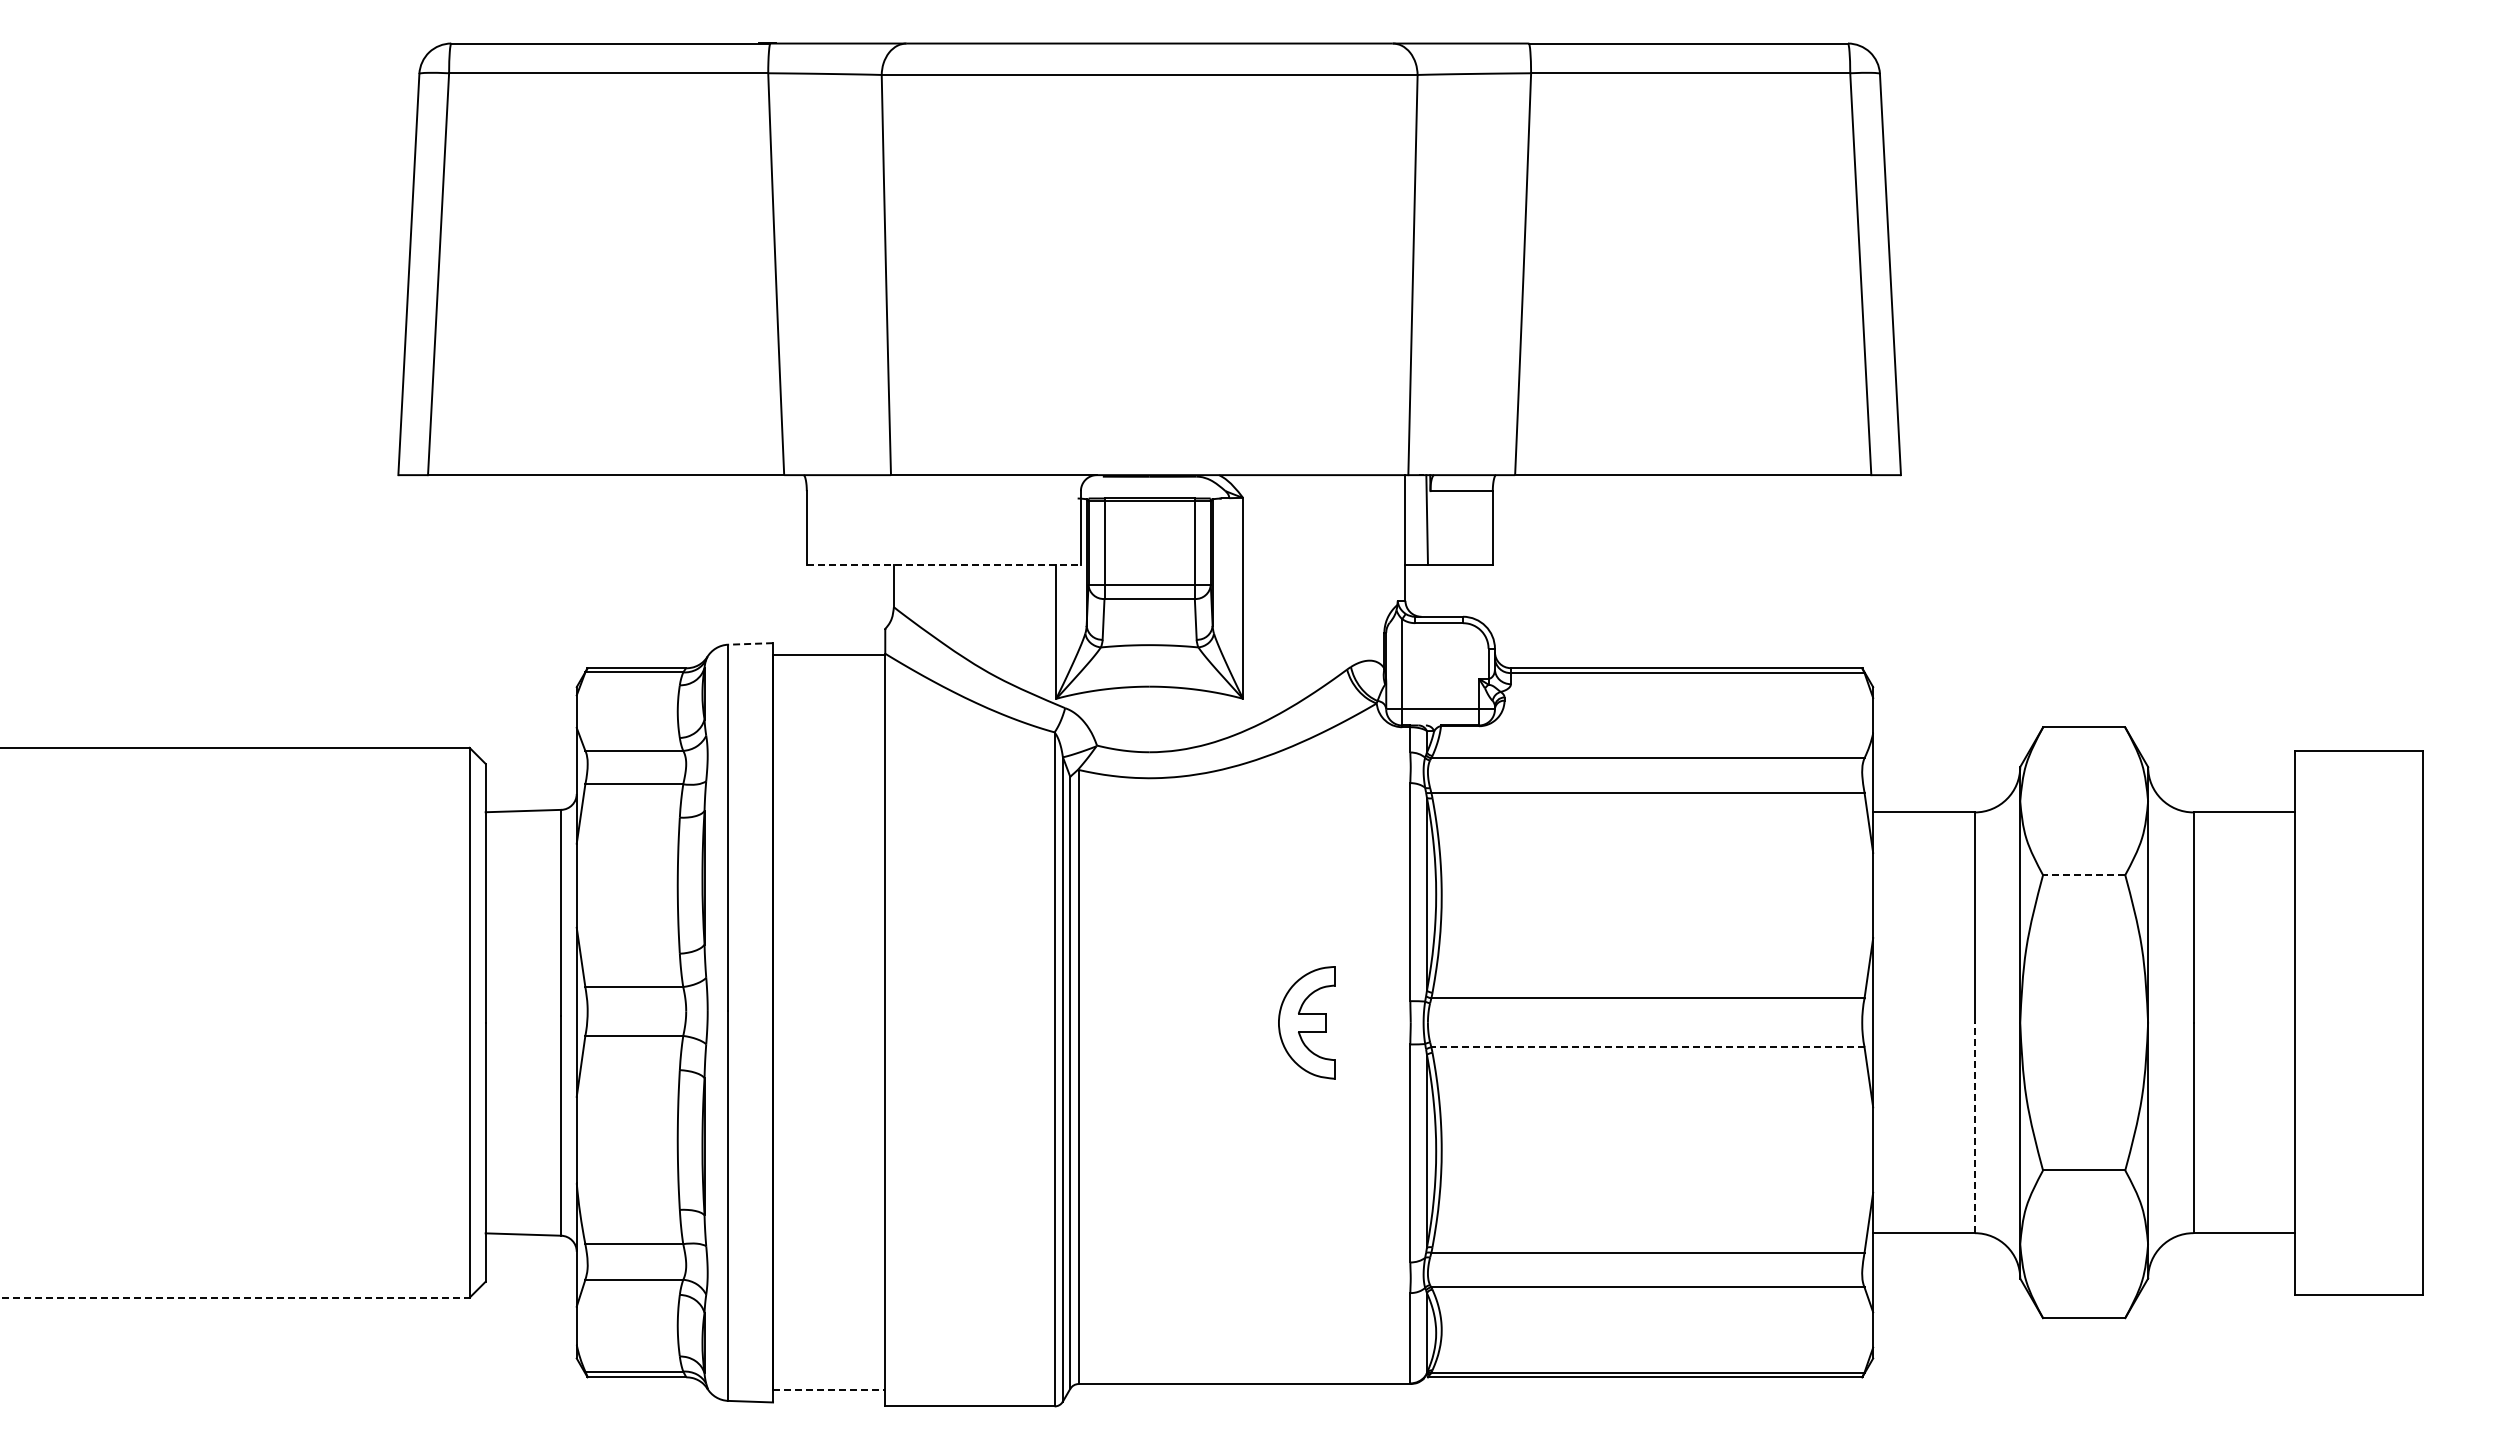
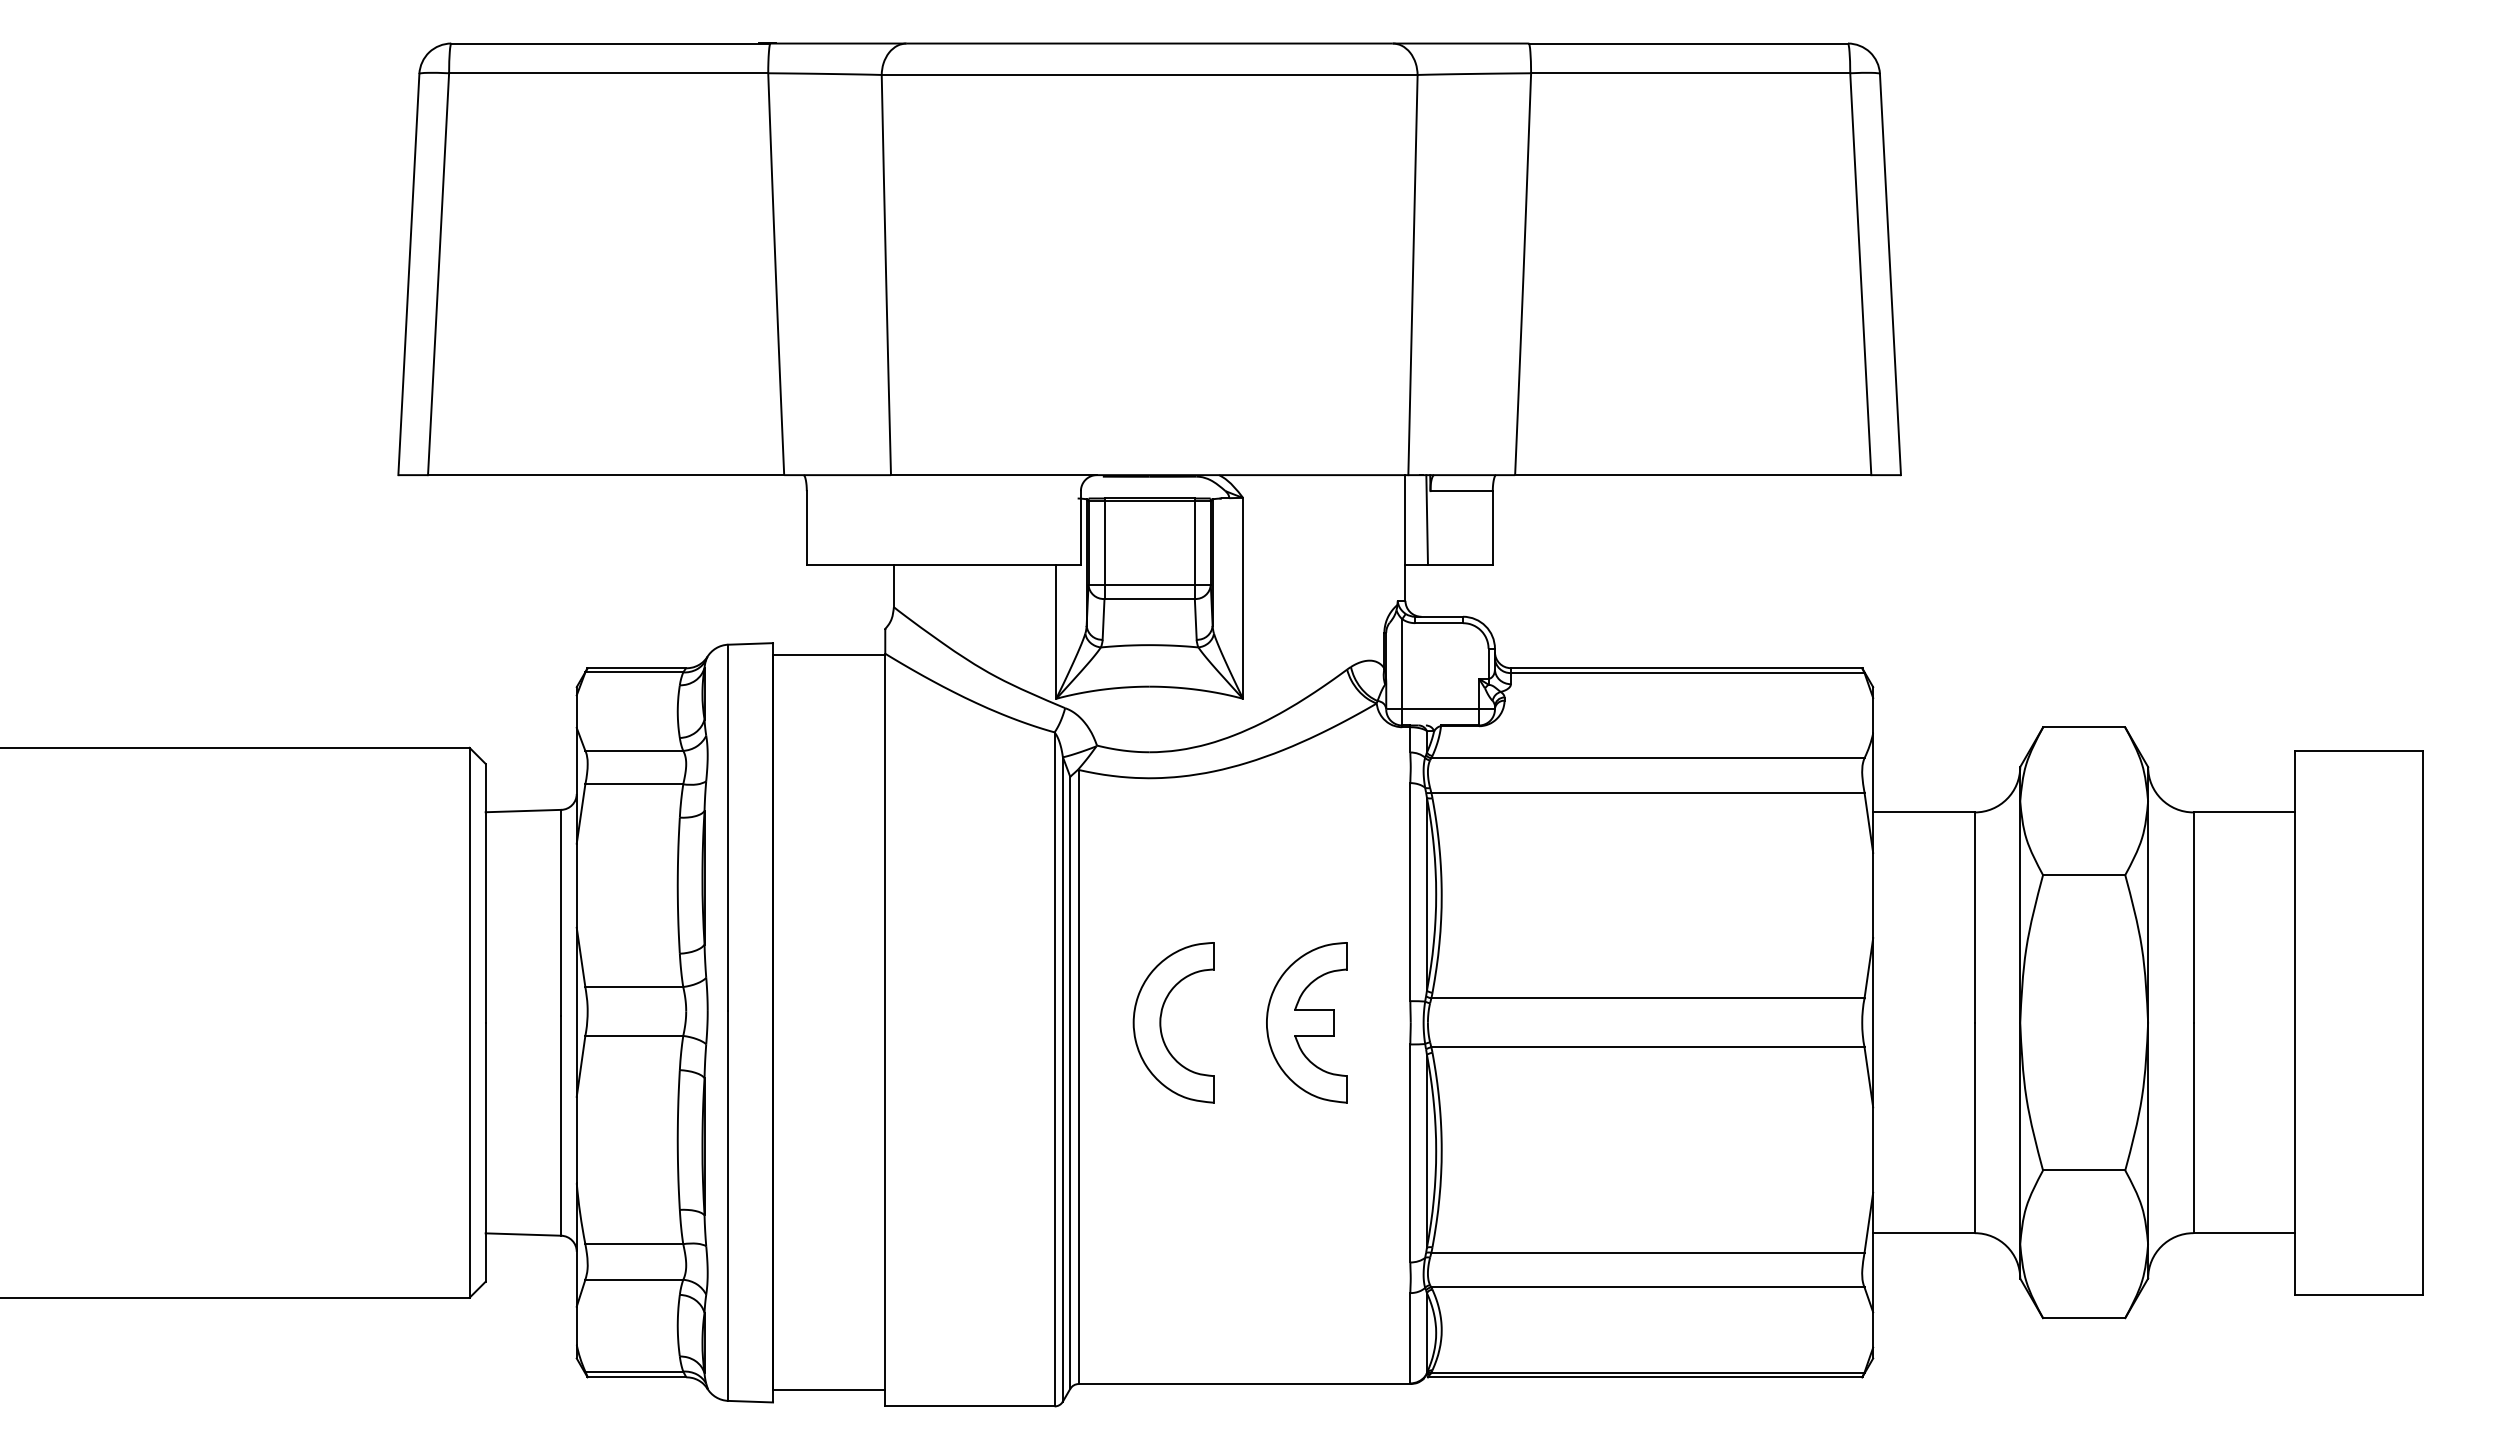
line at (944, 564): dashed -> solid
line at (750, 643): dashed -> solid
line at (2083, 875): dashed -> solid
part at (1161, 1022): none -> present
part at (1306, 1022) size: 58x114 px -> 82x162 px
line at (1647, 1047): dashed -> solid
line at (1974, 1127): dashed -> solid
line at (235, 1297): dashed -> solid
line at (829, 1390): dashed -> solid
